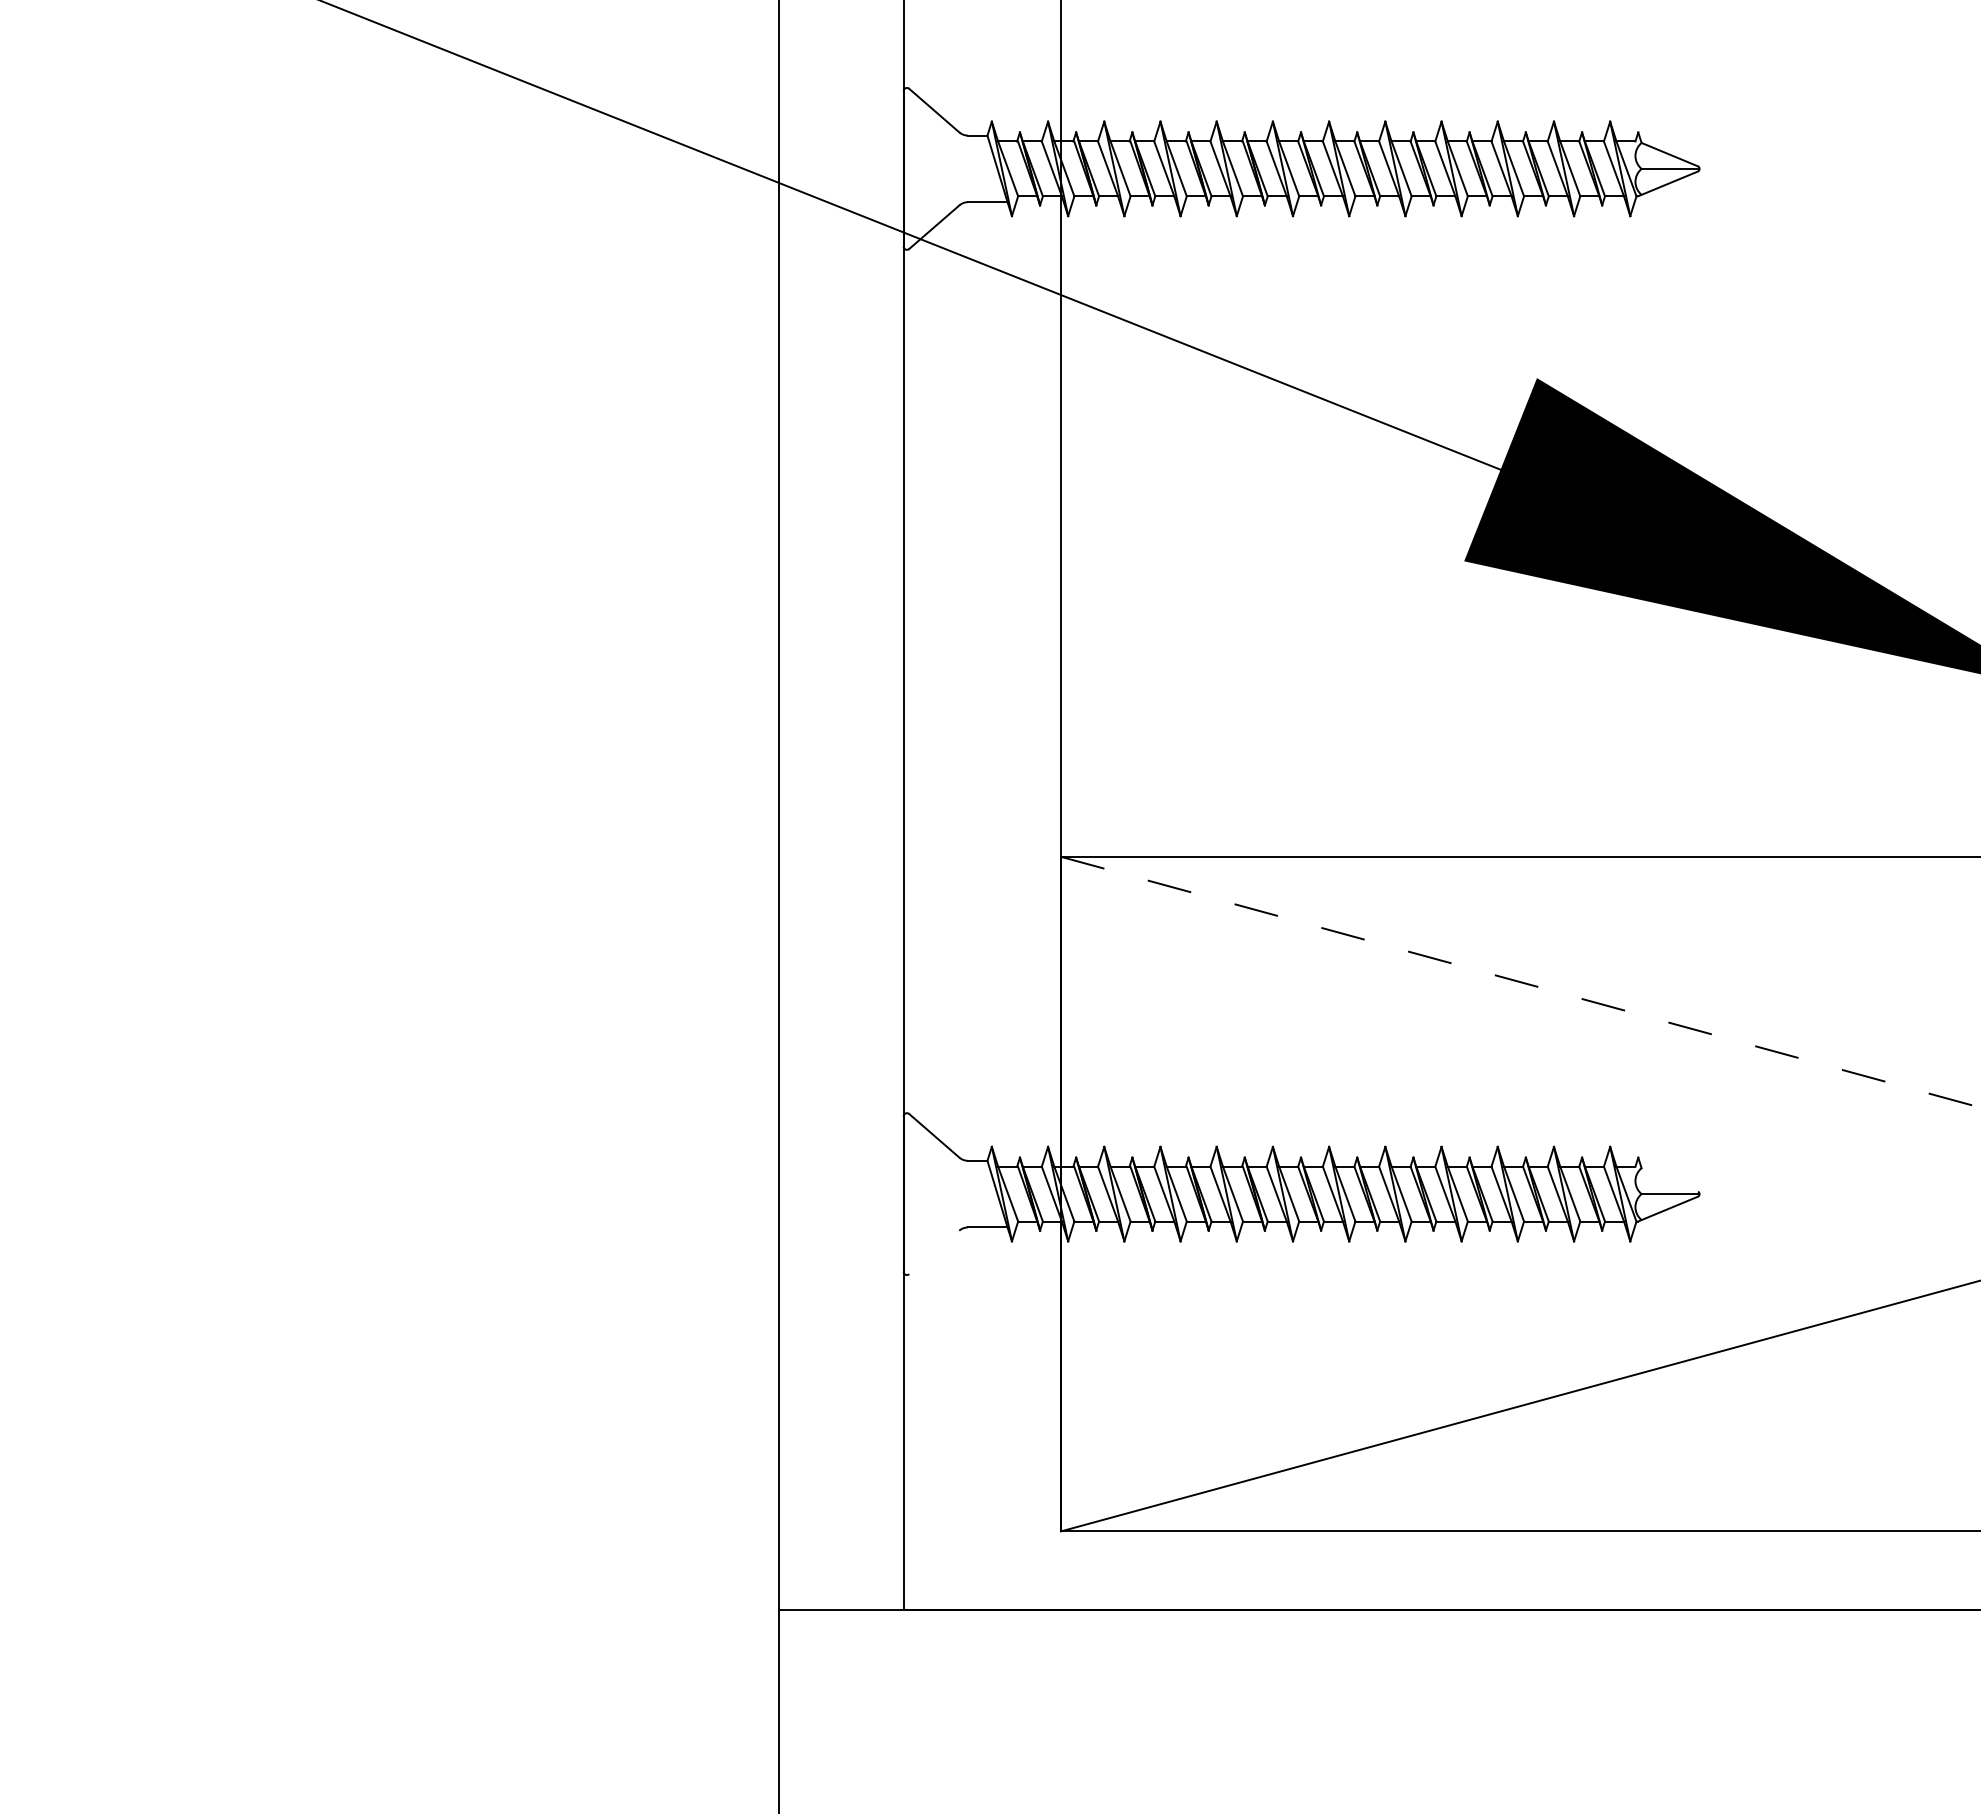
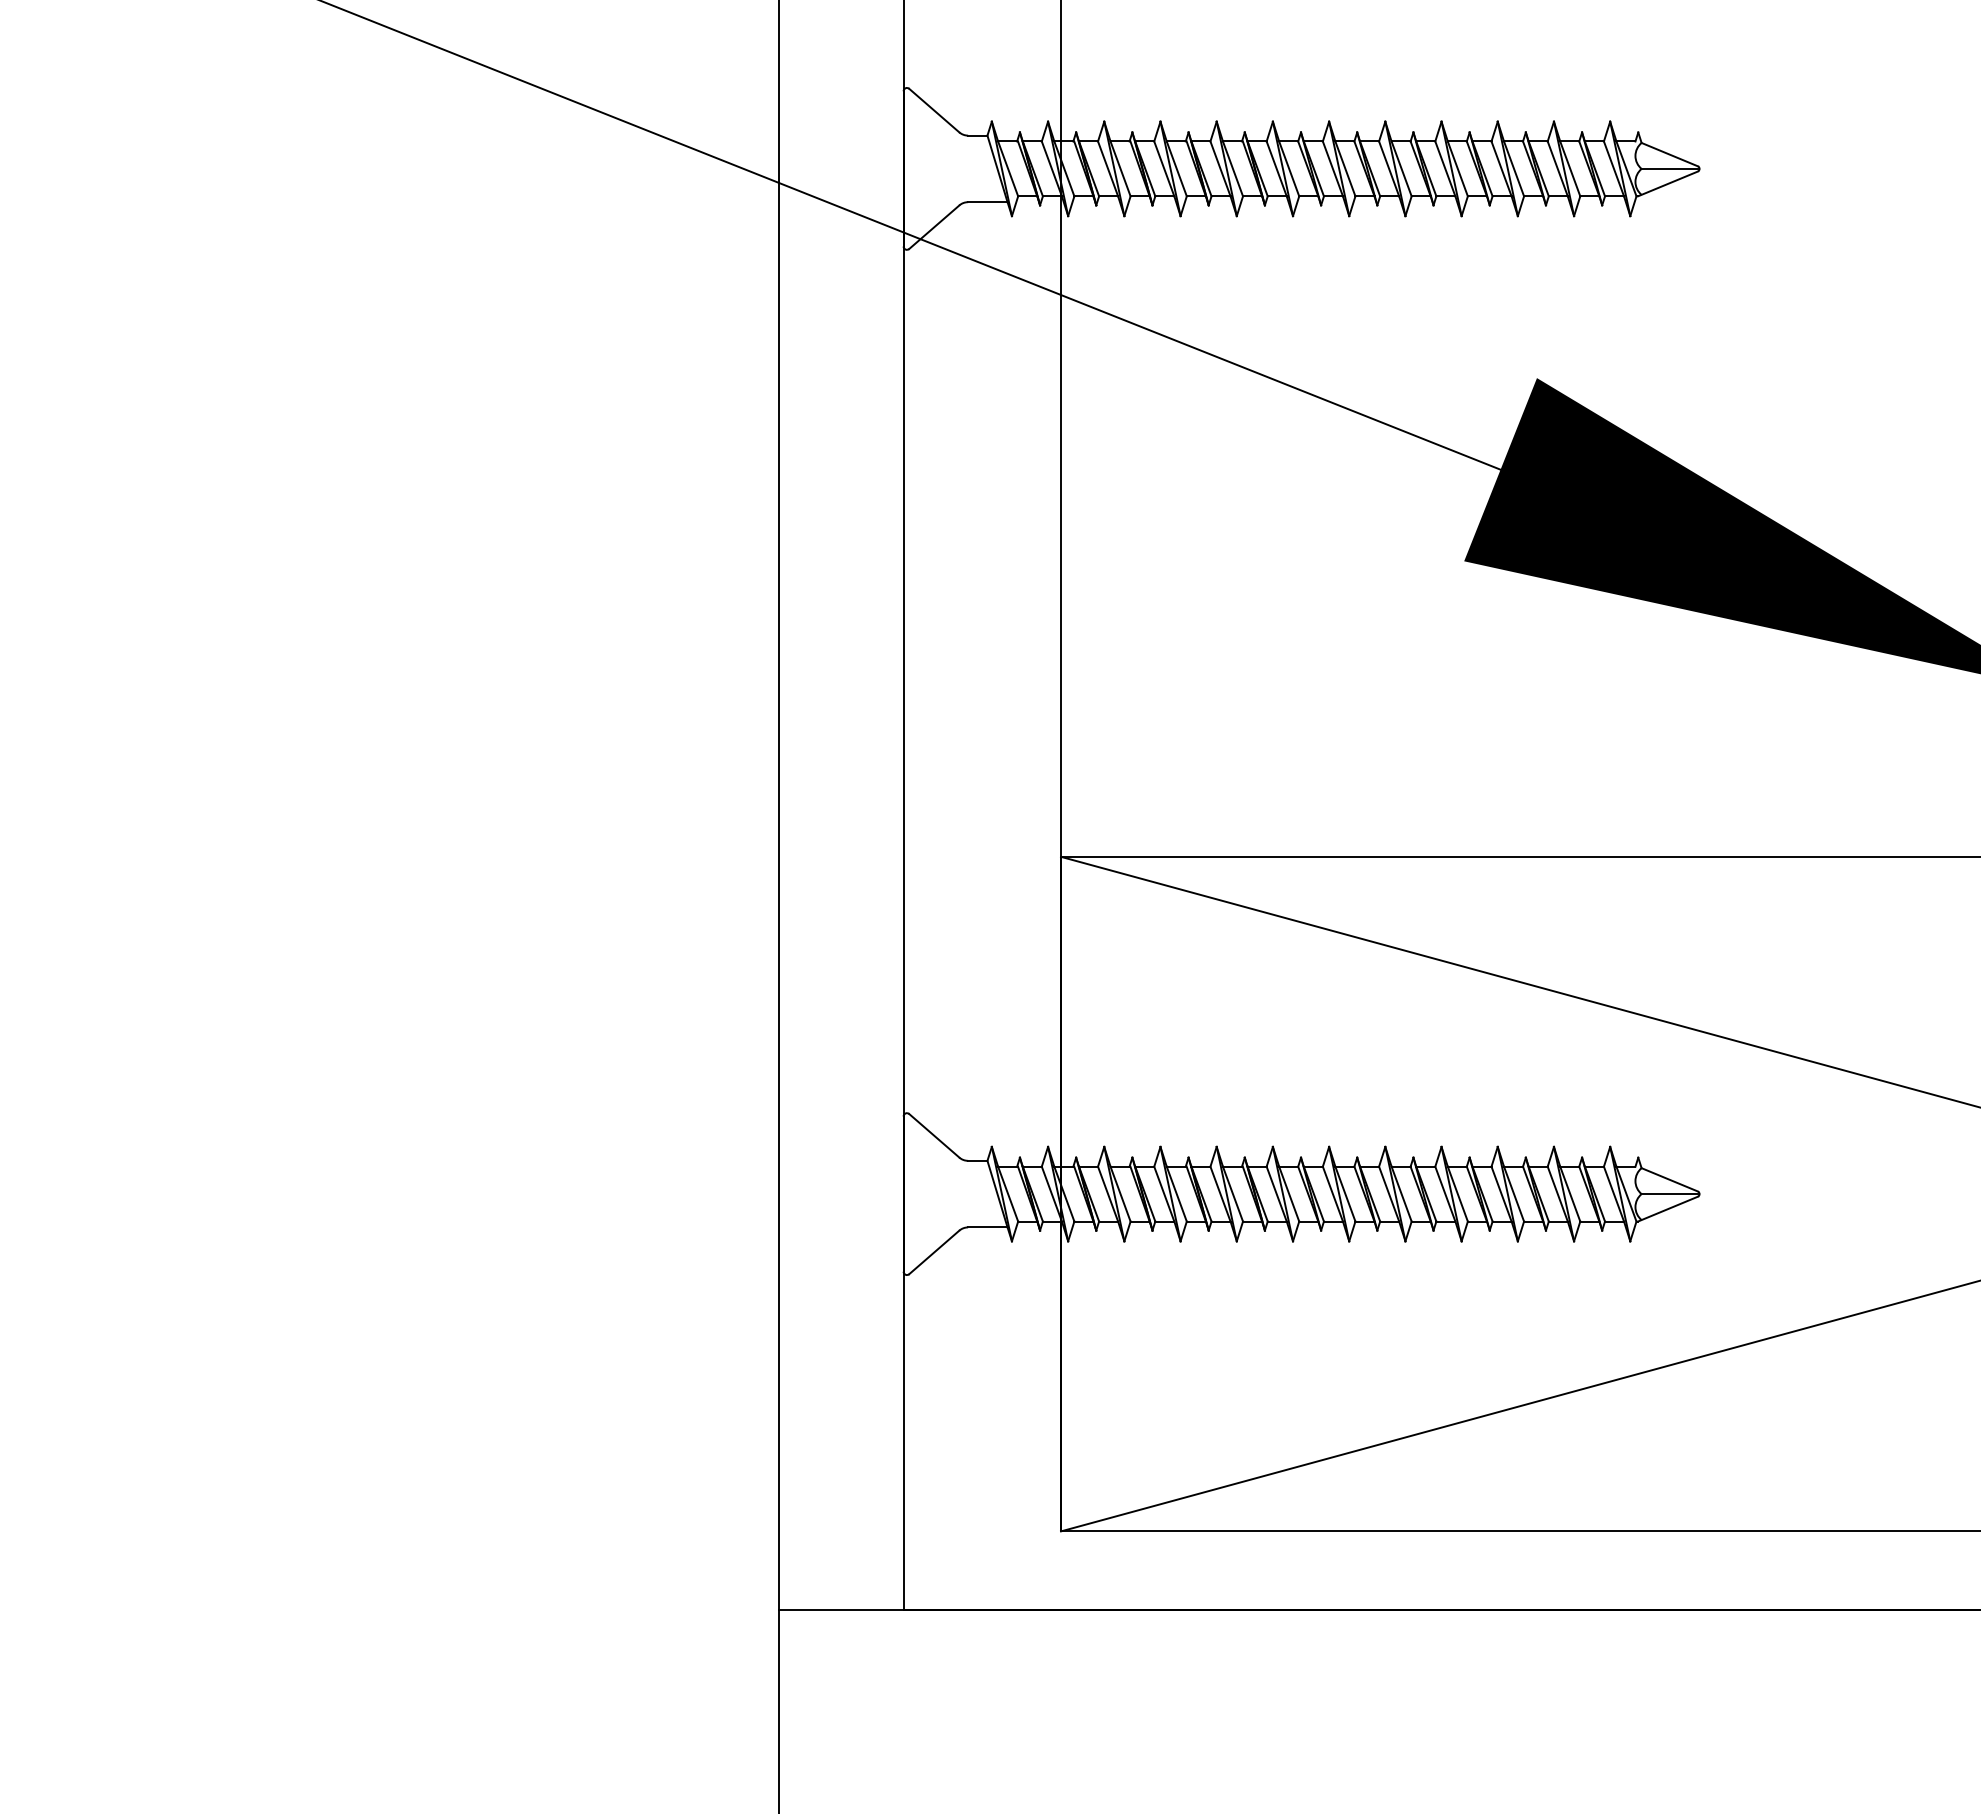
line at (1521, 982): dashed -> solid
line at (1669, 1179): none -> present
line at (934, 1252): none -> present
